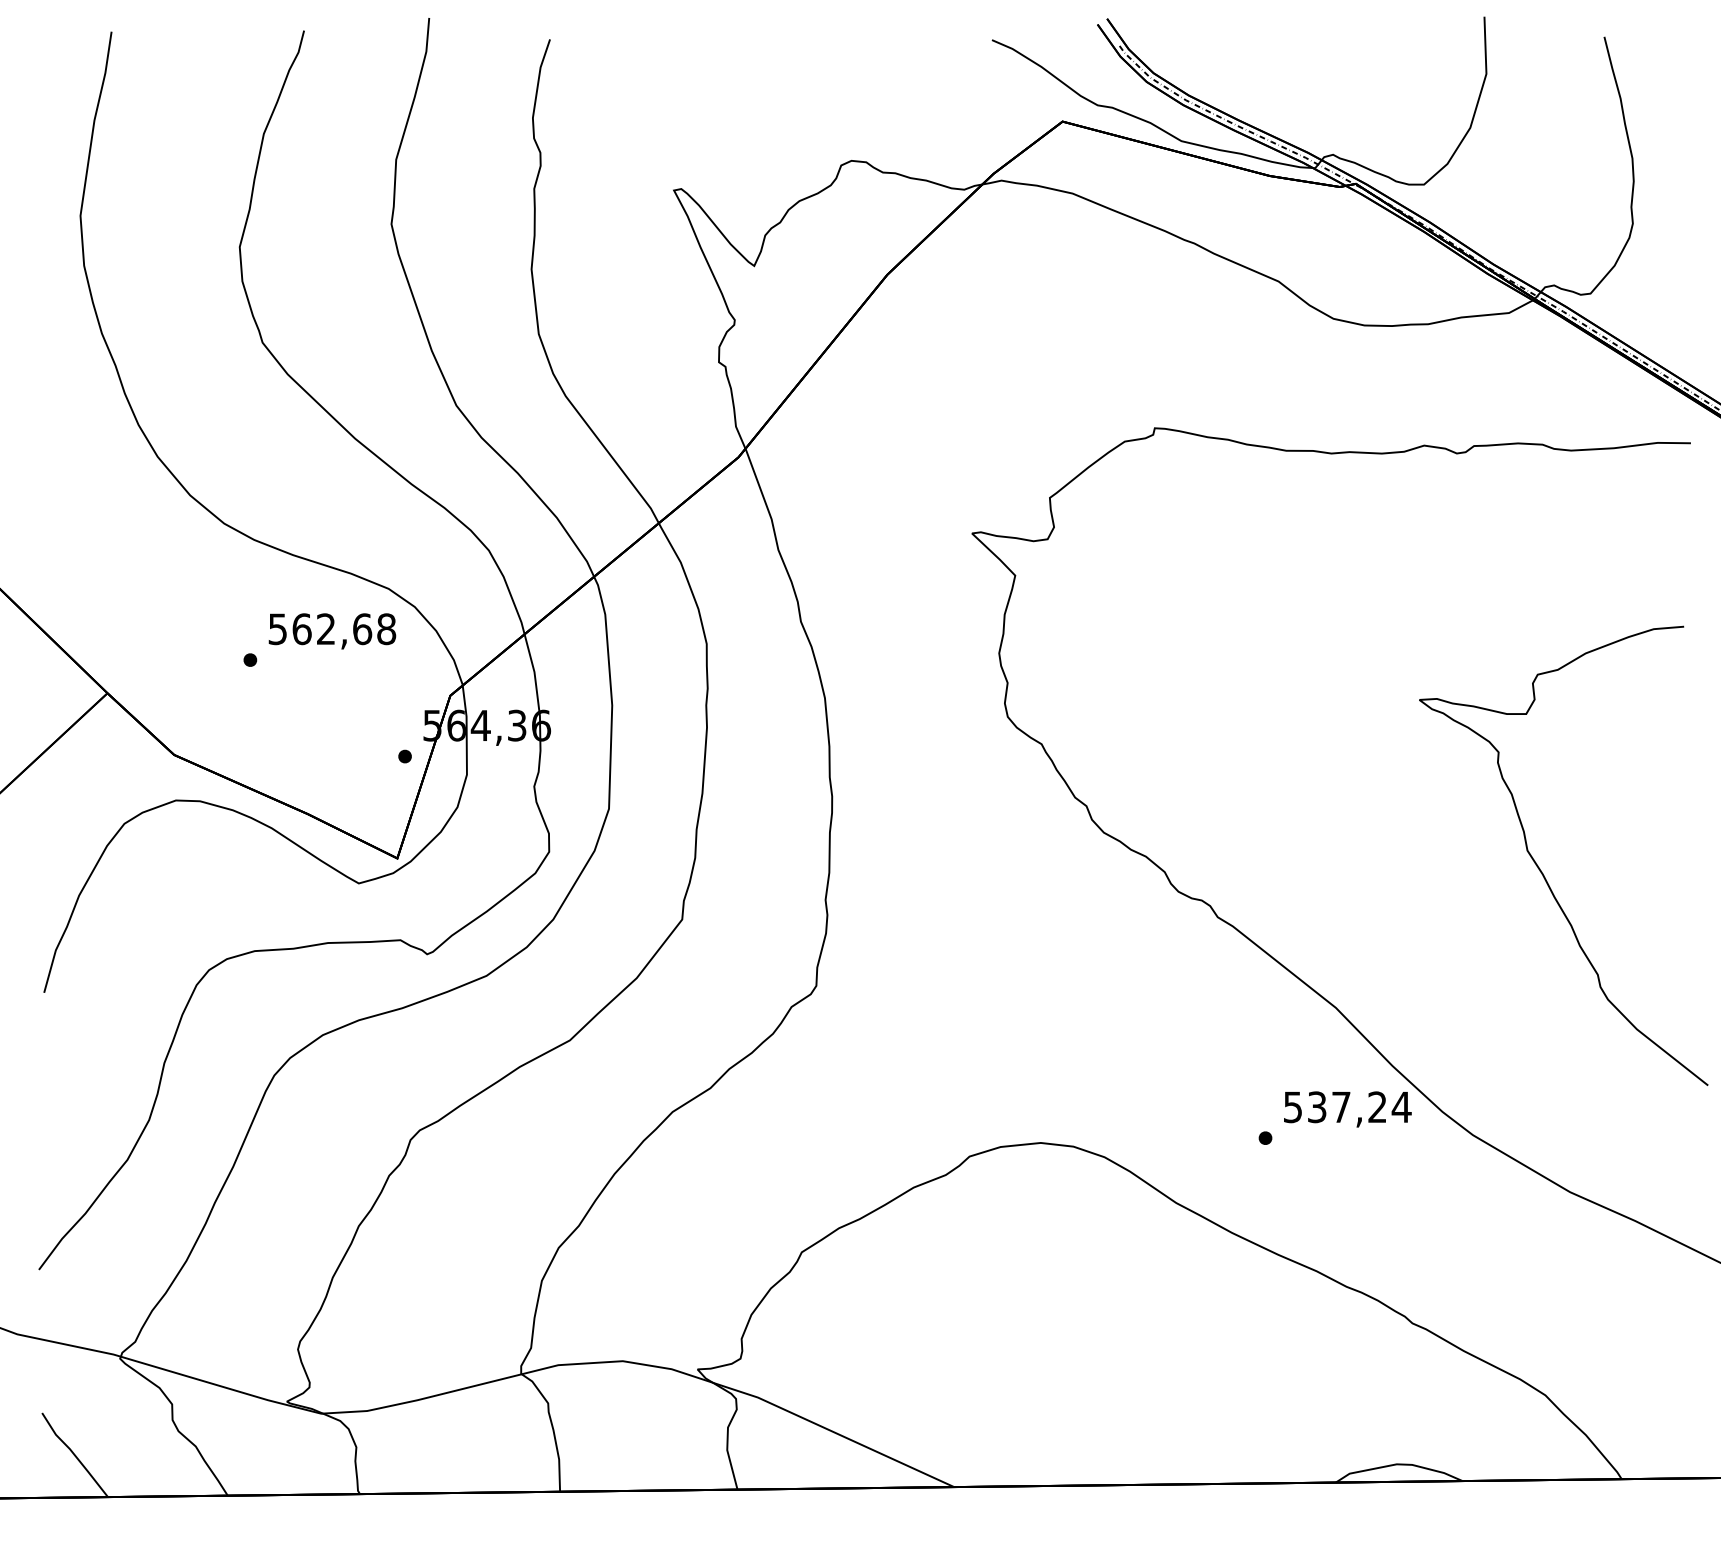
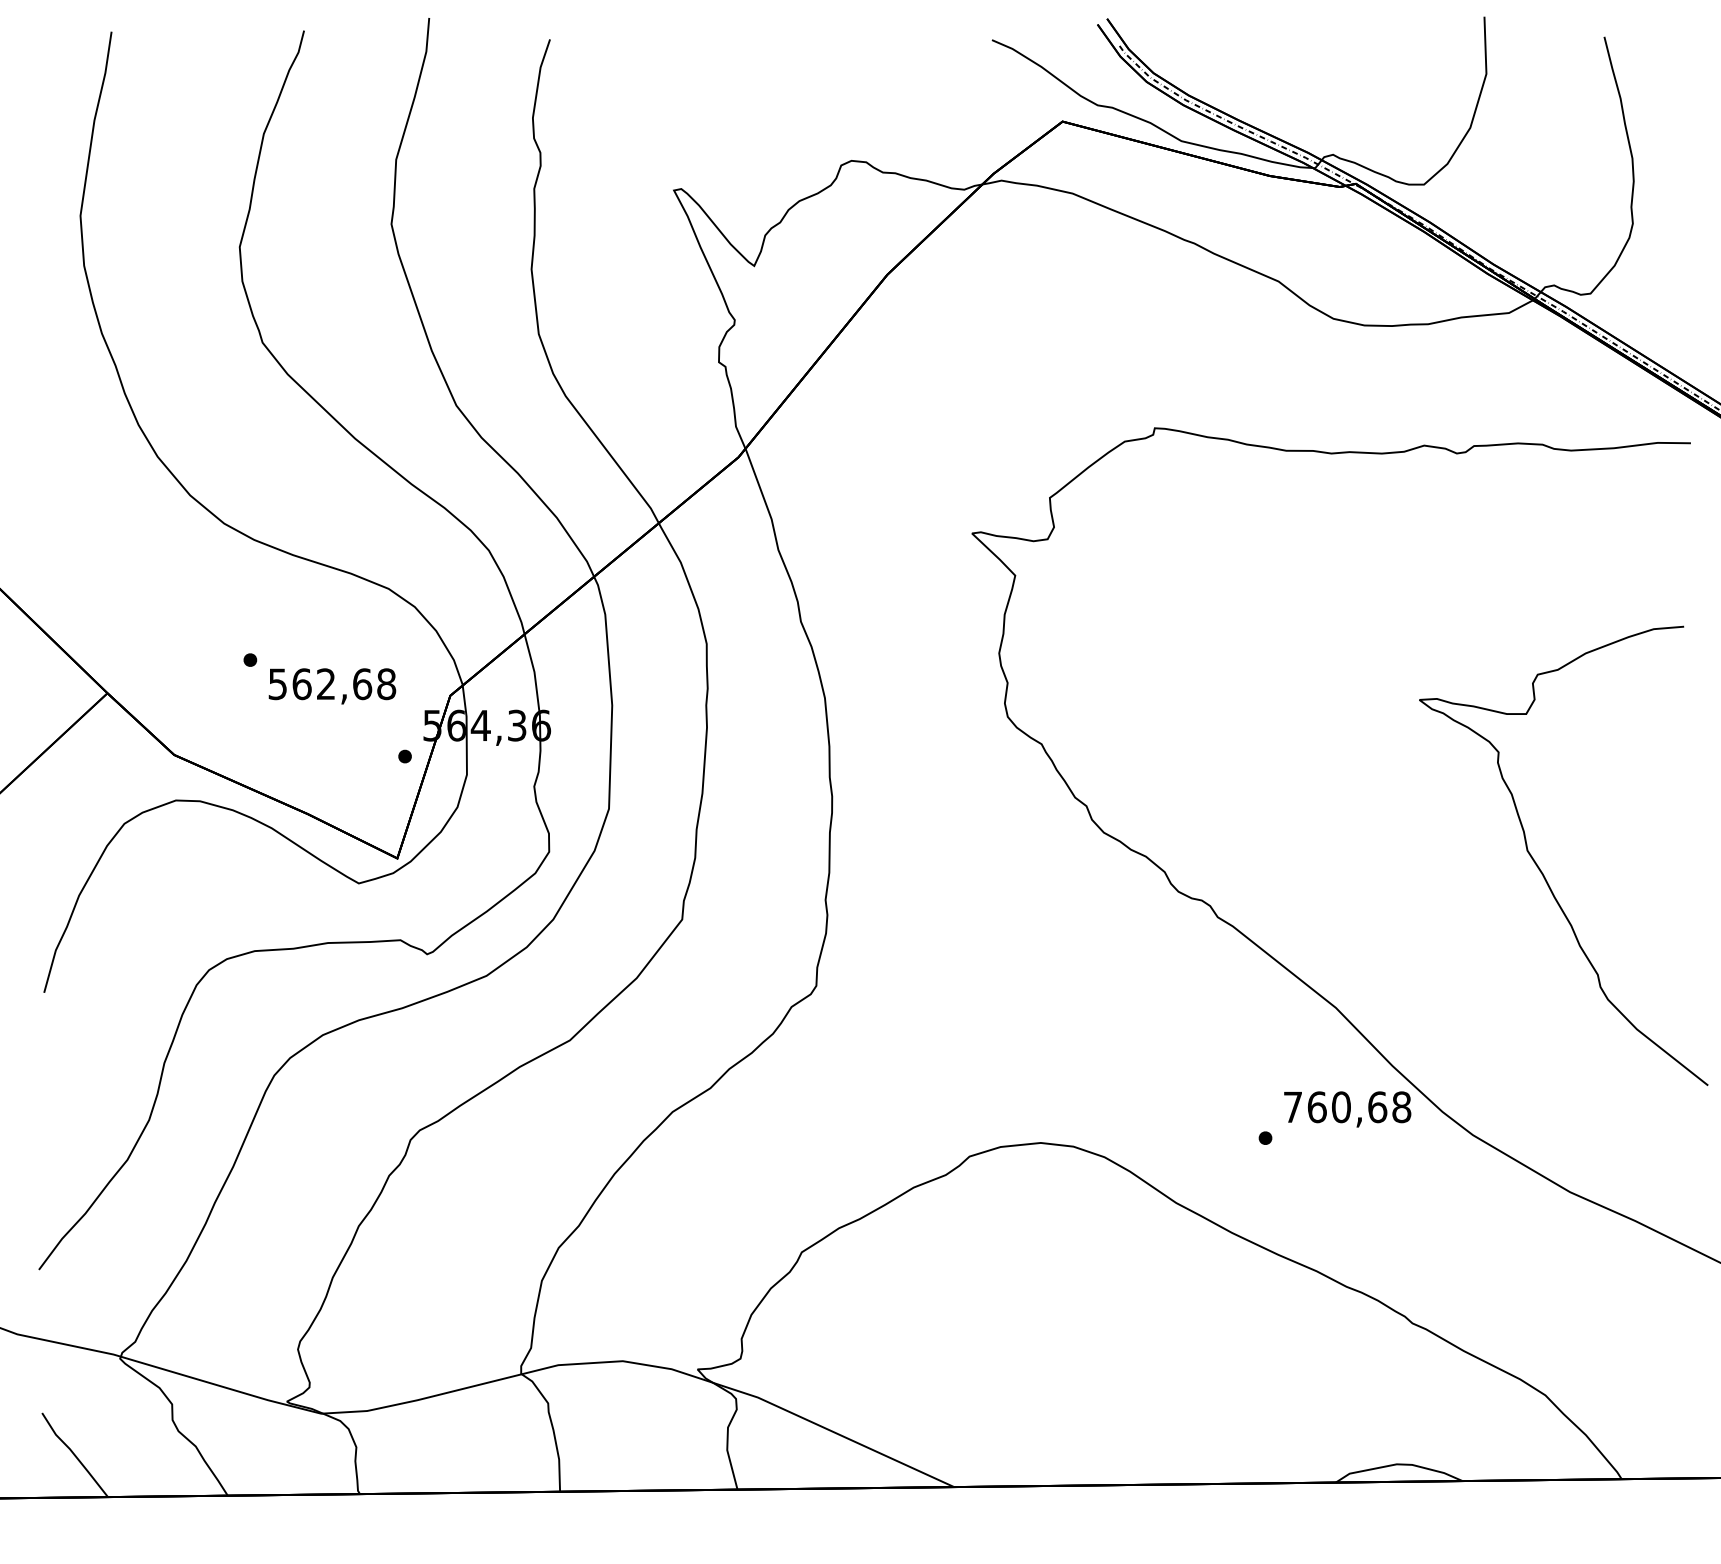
text at (332, 631) position: (332, 631) -> (332, 686)
text at (1347, 1107): 537,24 -> 760,68
